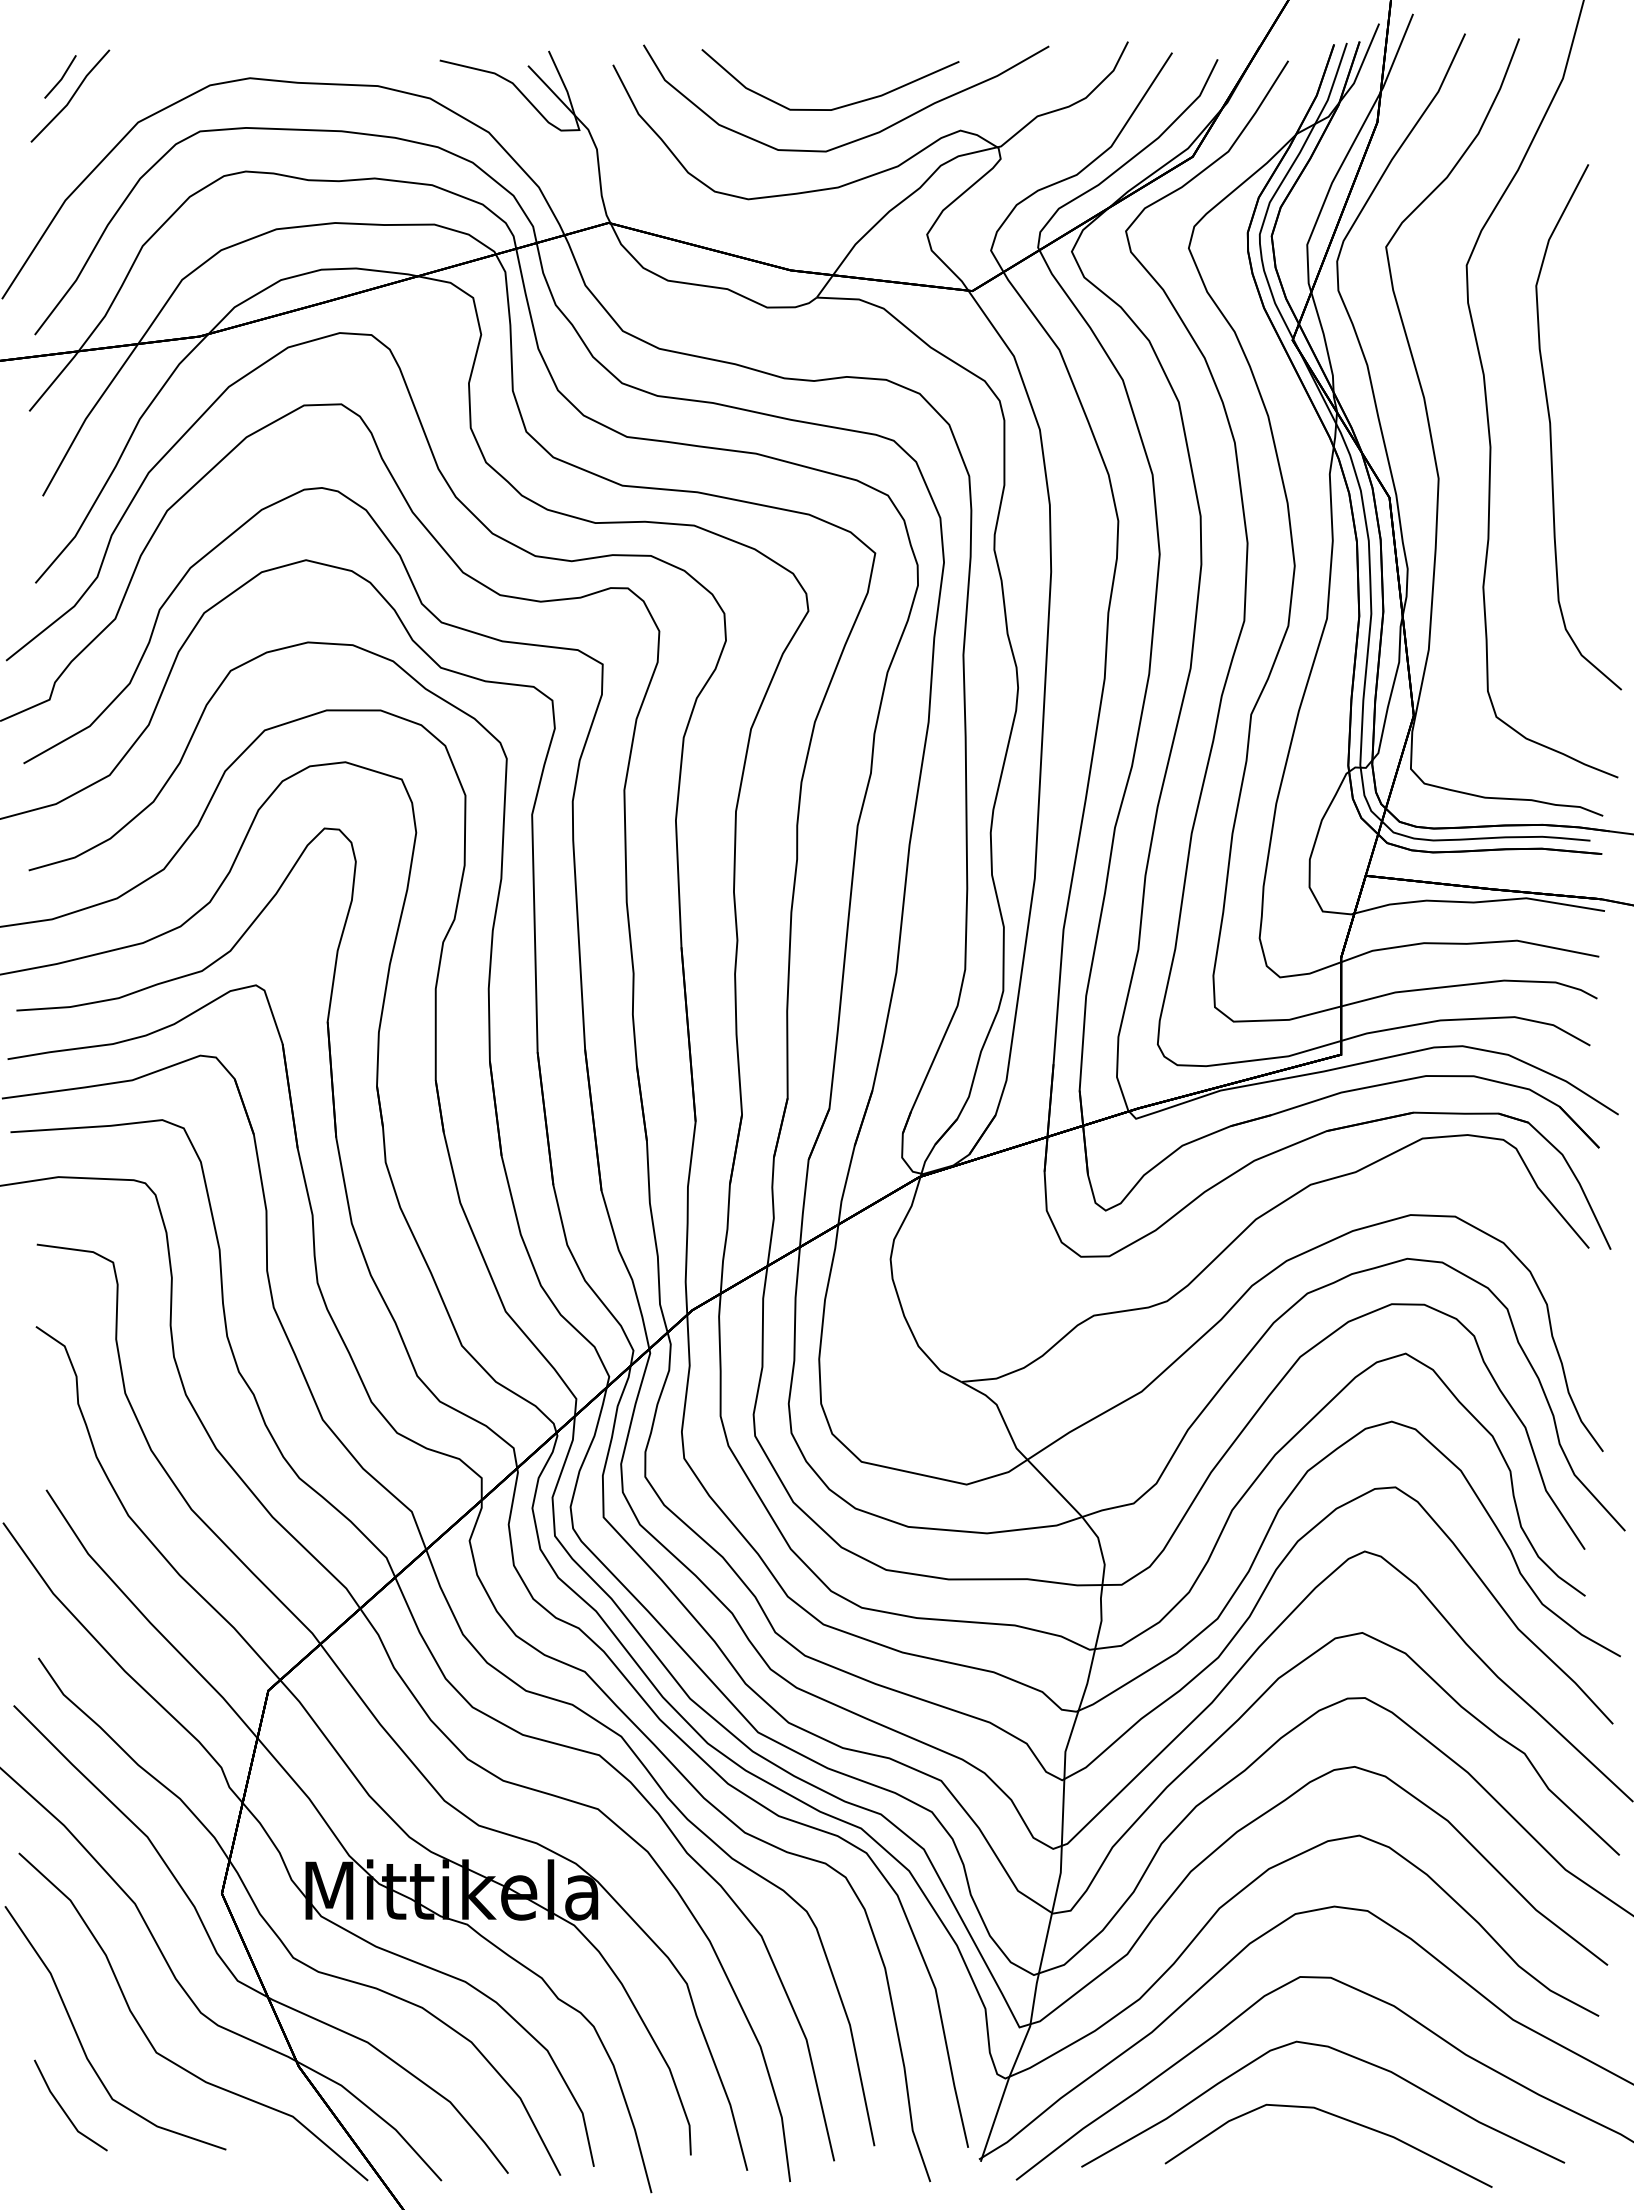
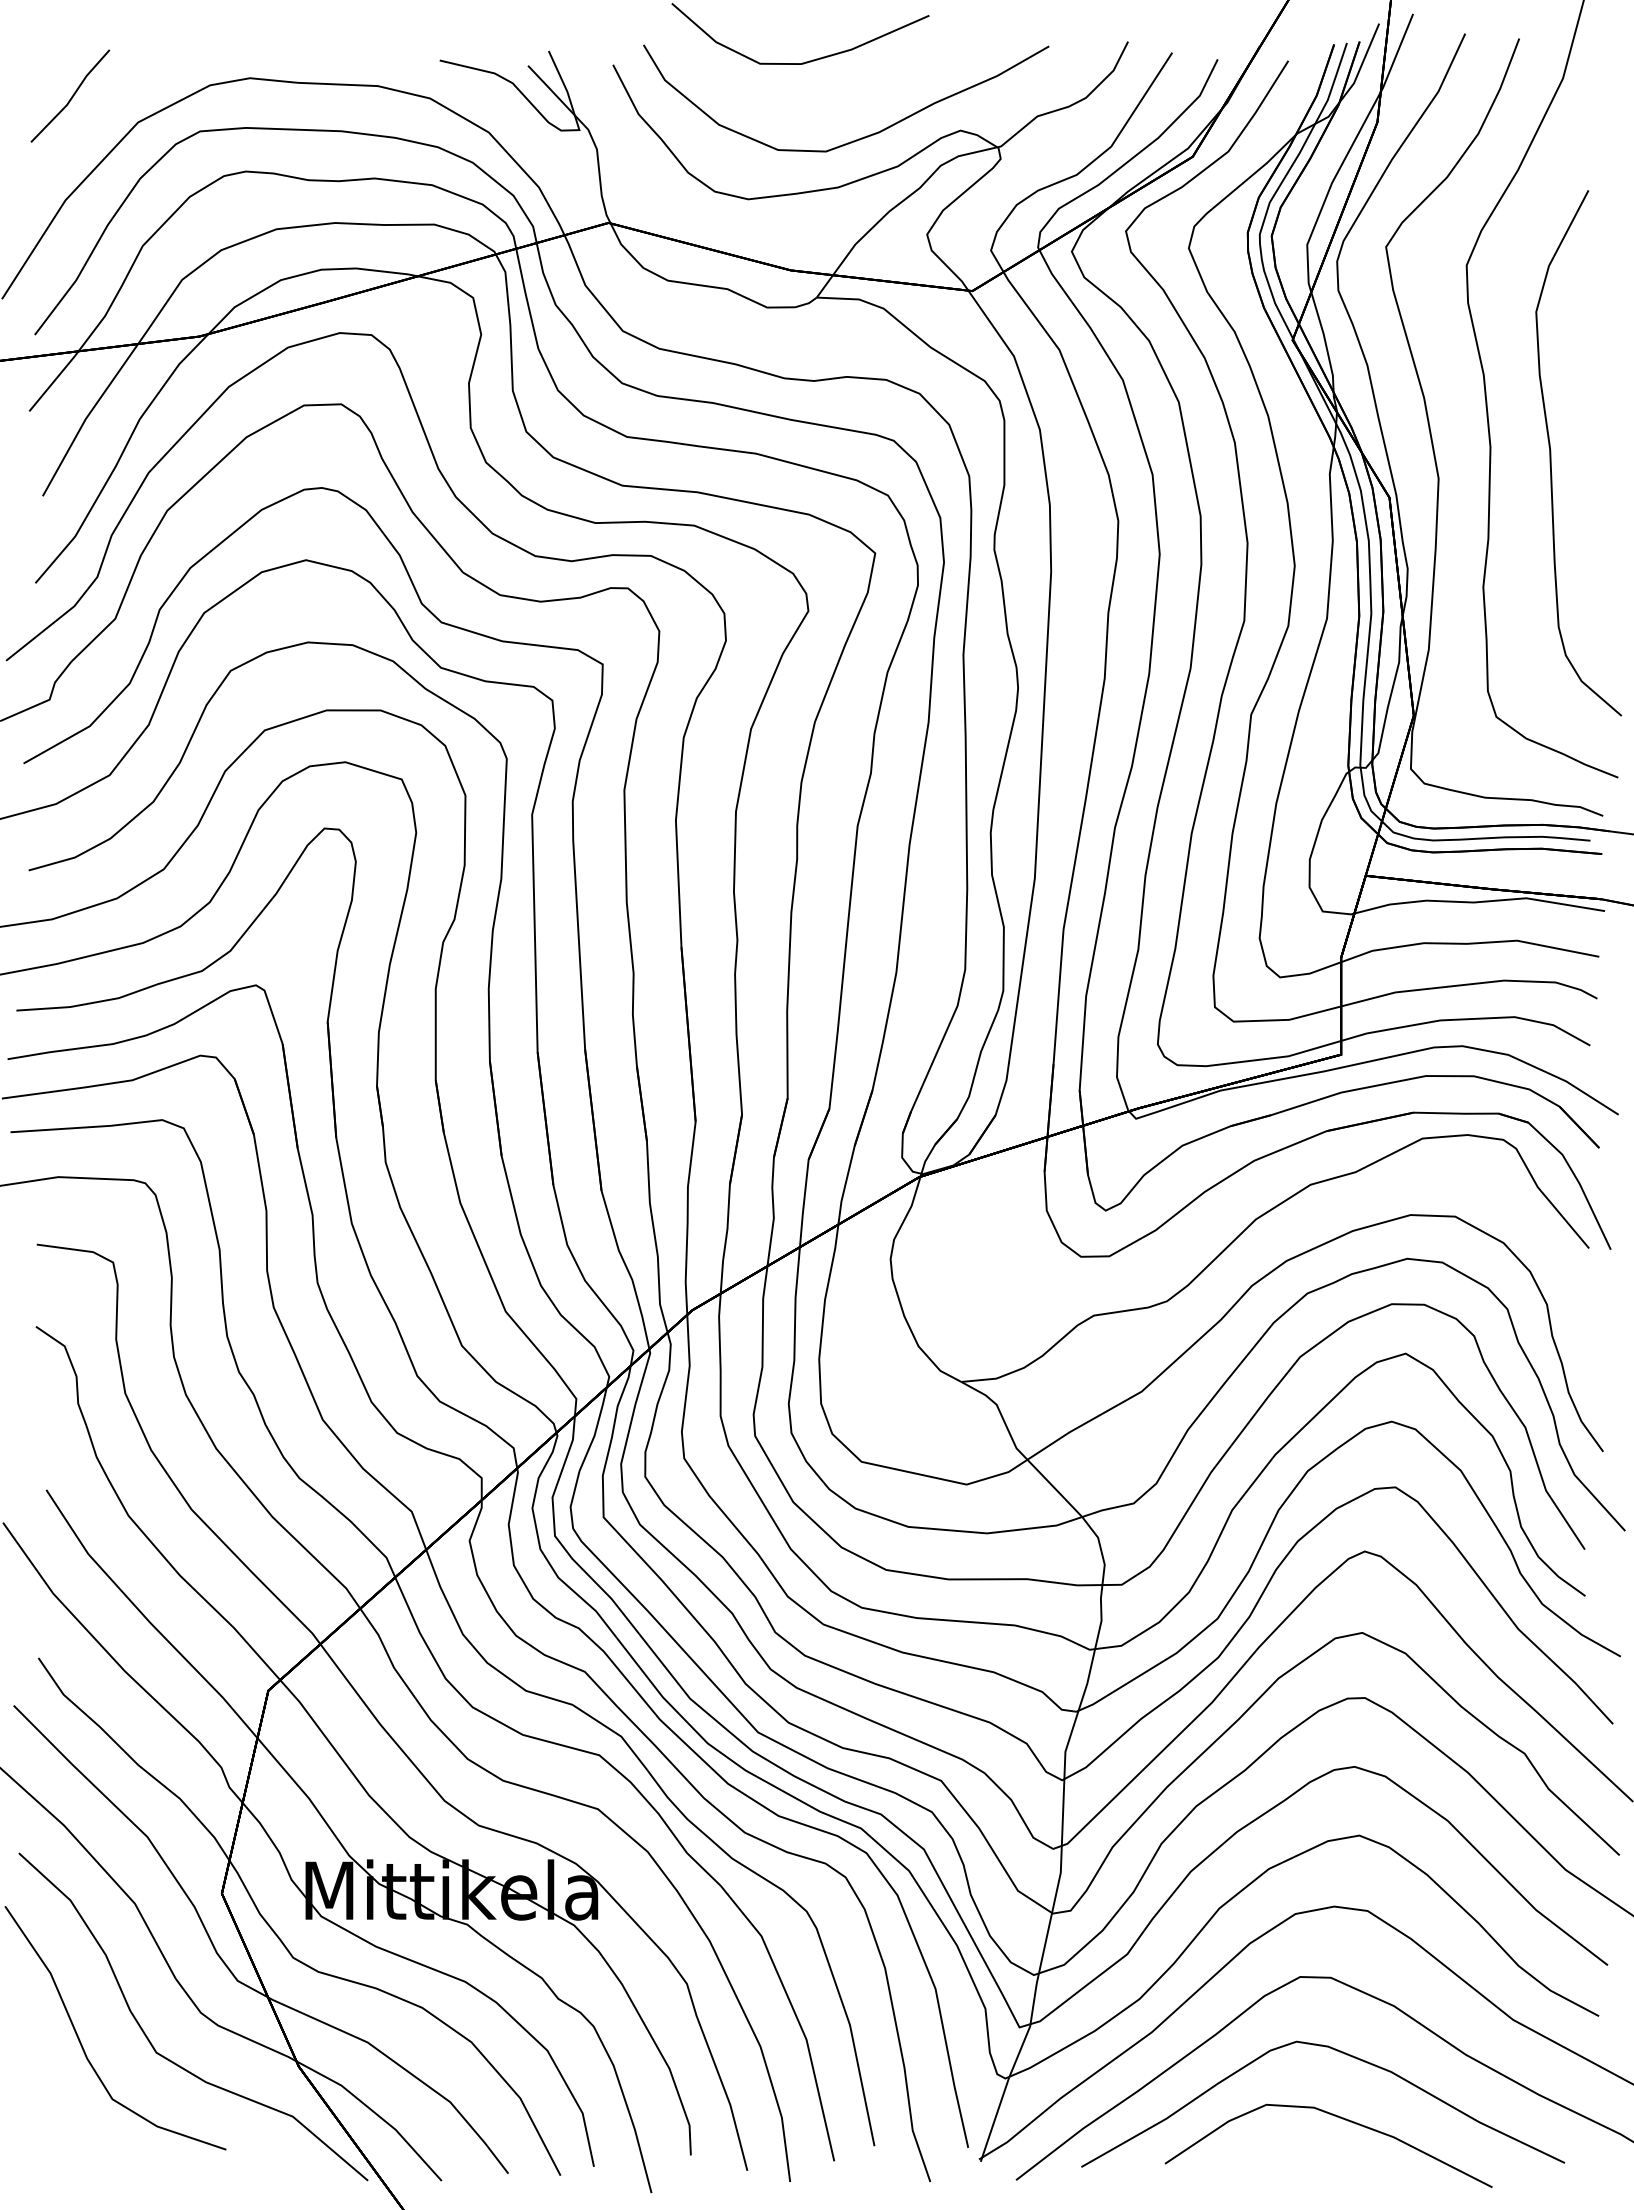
line at (61, 77): present -> none
curve at (835, 107) position: (835, 107) -> (805, 61)
curve at (1551, 427) position: (1551, 427) -> (1551, 453)
part at (63, 2108): present -> none
